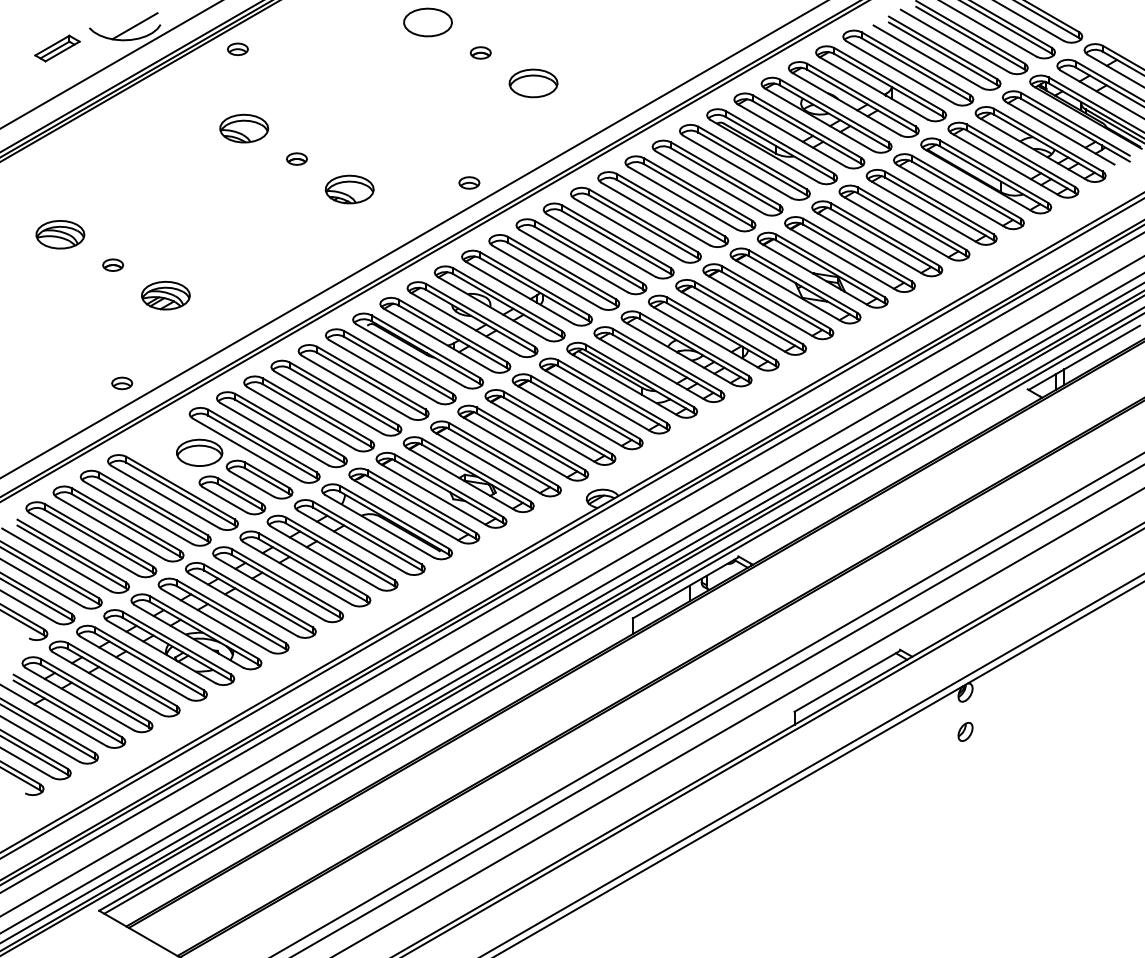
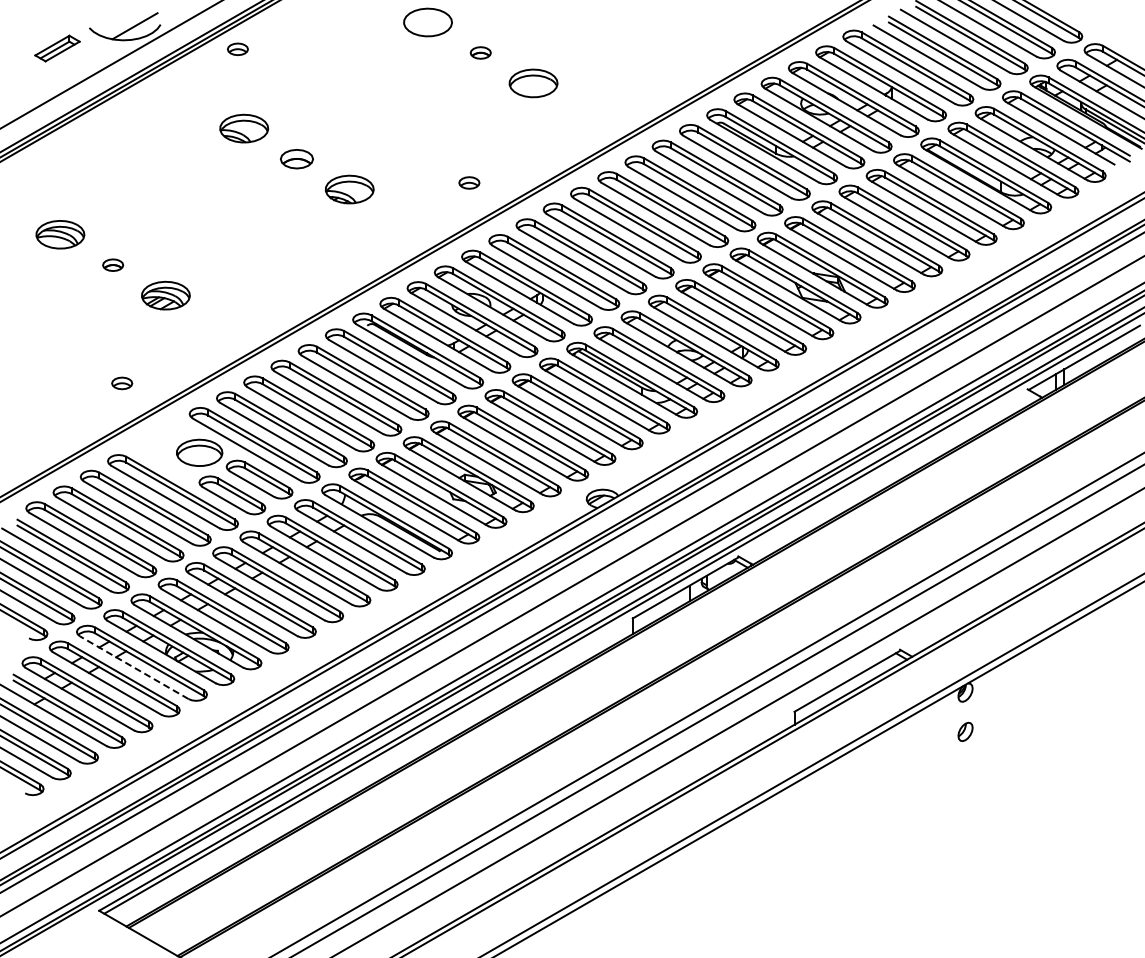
part at (296, 158) size: 22x14 px -> 34x21 px
line at (413, 239): present -> none
line at (571, 603): present -> none
line at (134, 667): solid -> dashed
